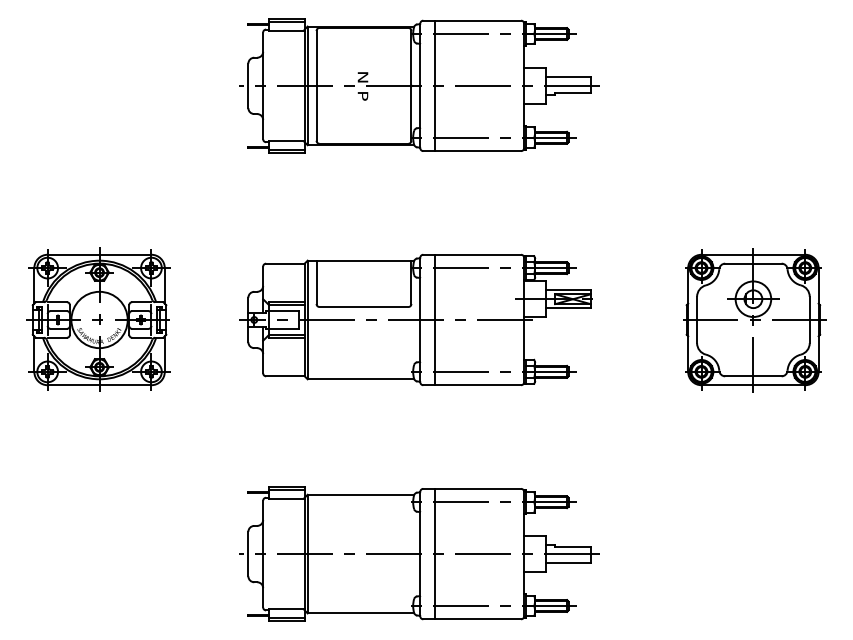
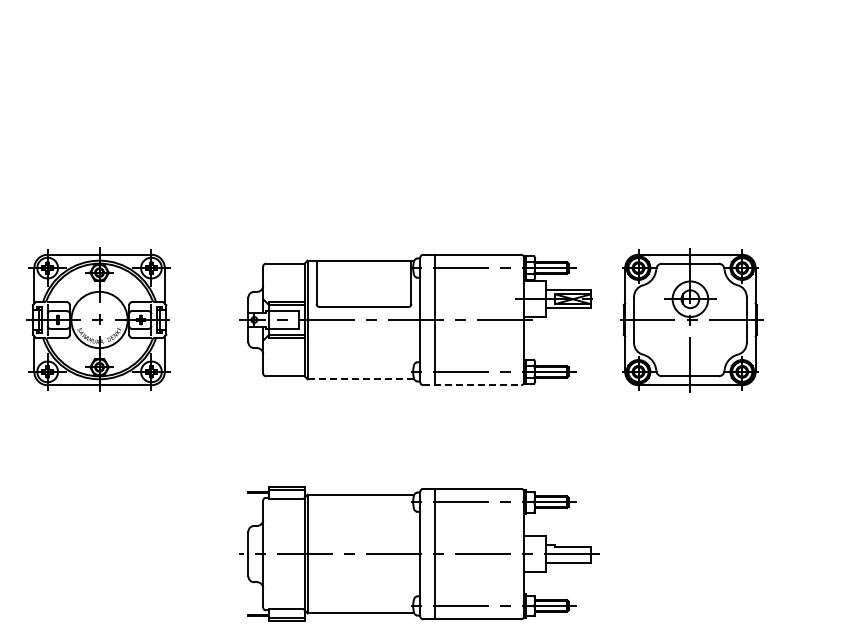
part at (419, 85): present -> none
part at (754, 320) position: (754, 320) -> (691, 320)
line at (360, 379): solid -> dashed
line at (472, 385): solid -> dashed
